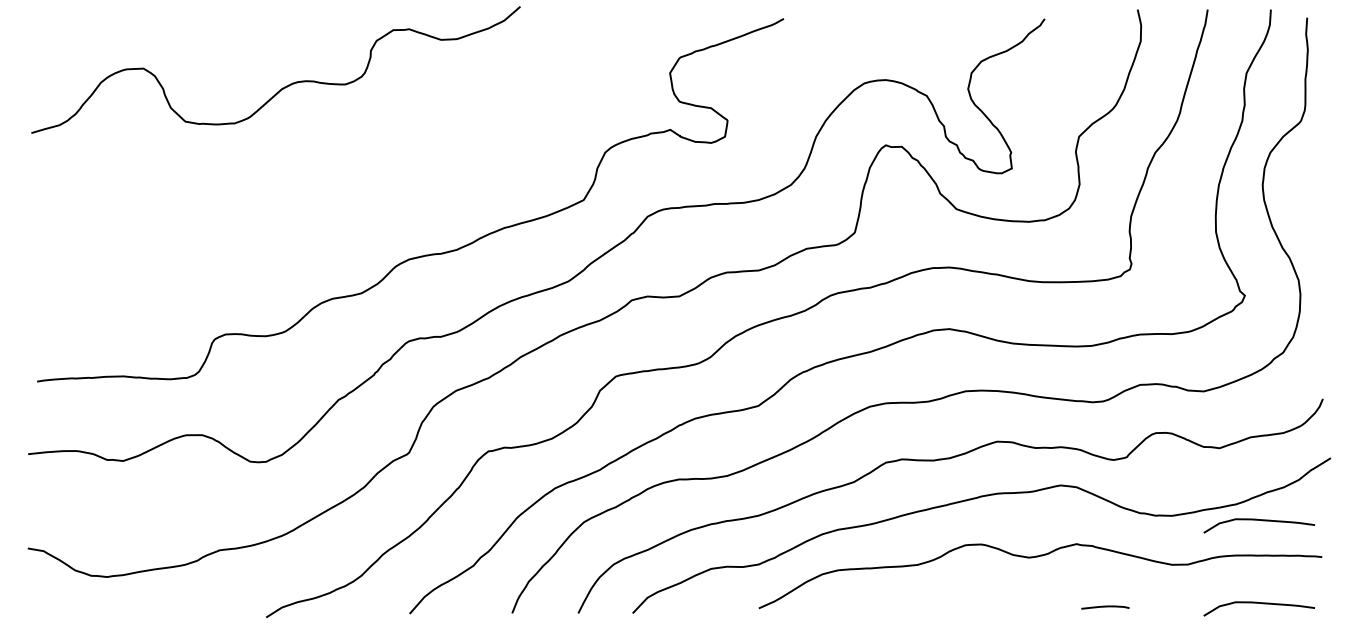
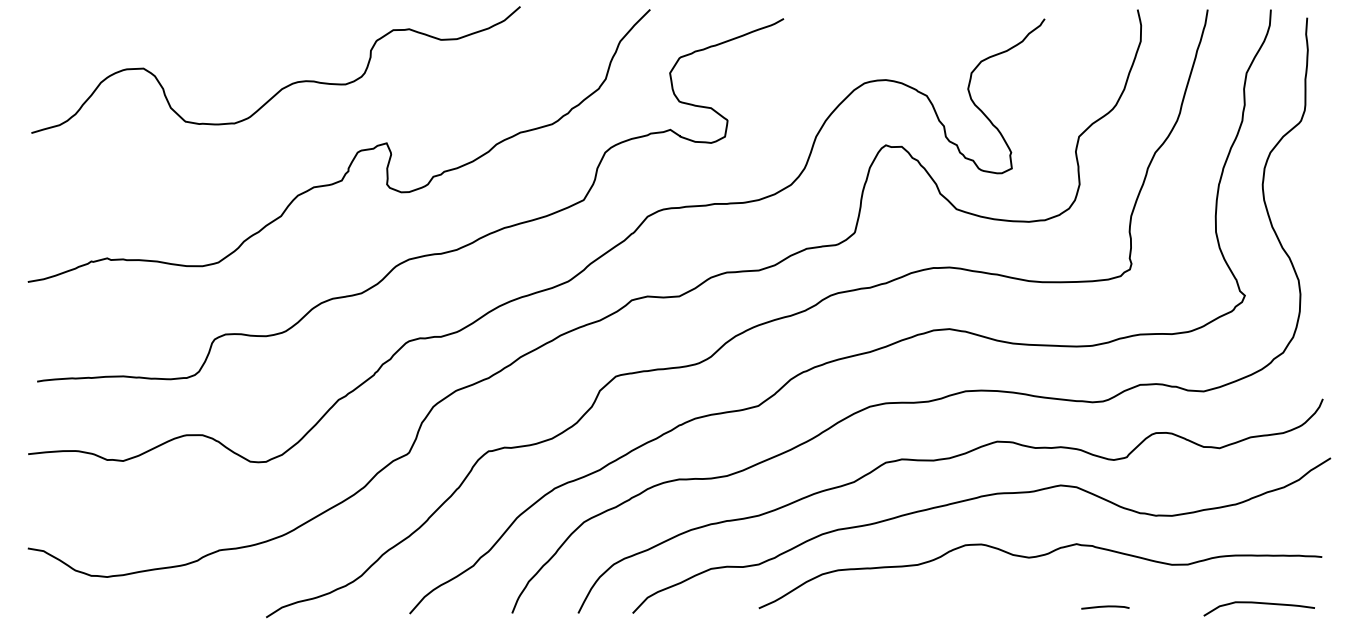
curve at (354, 155): none -> present
curve at (1258, 520): present -> none
